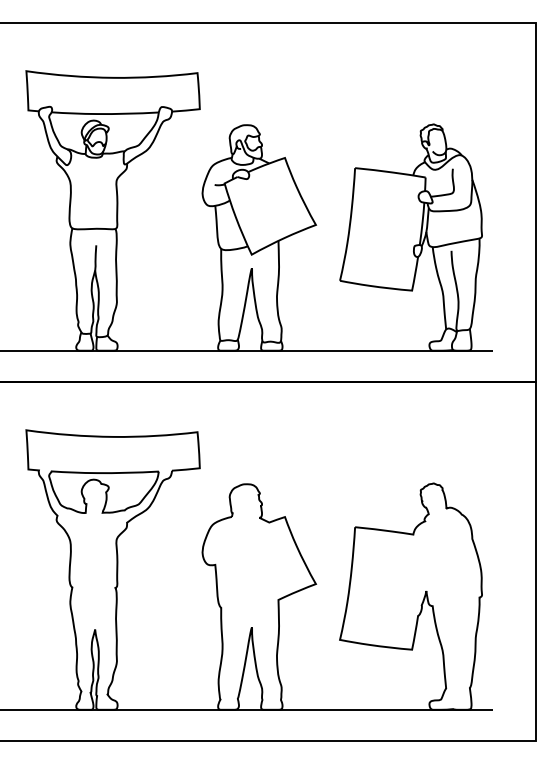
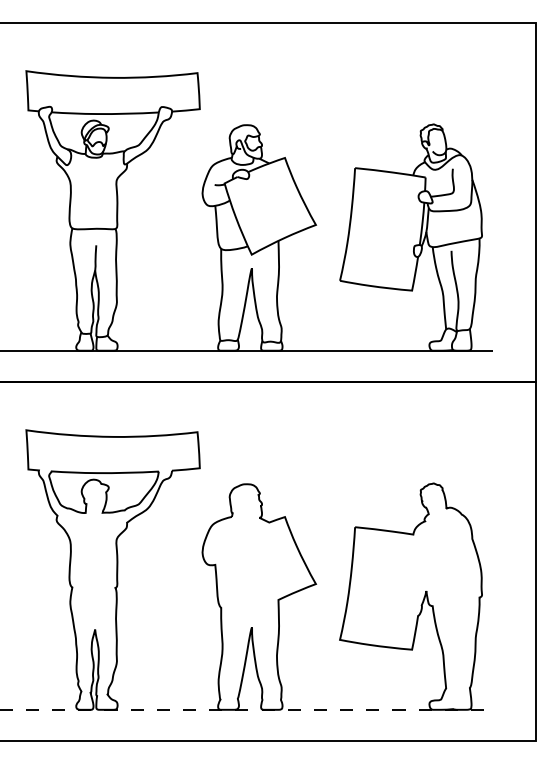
line at (246, 709): solid -> dashed
